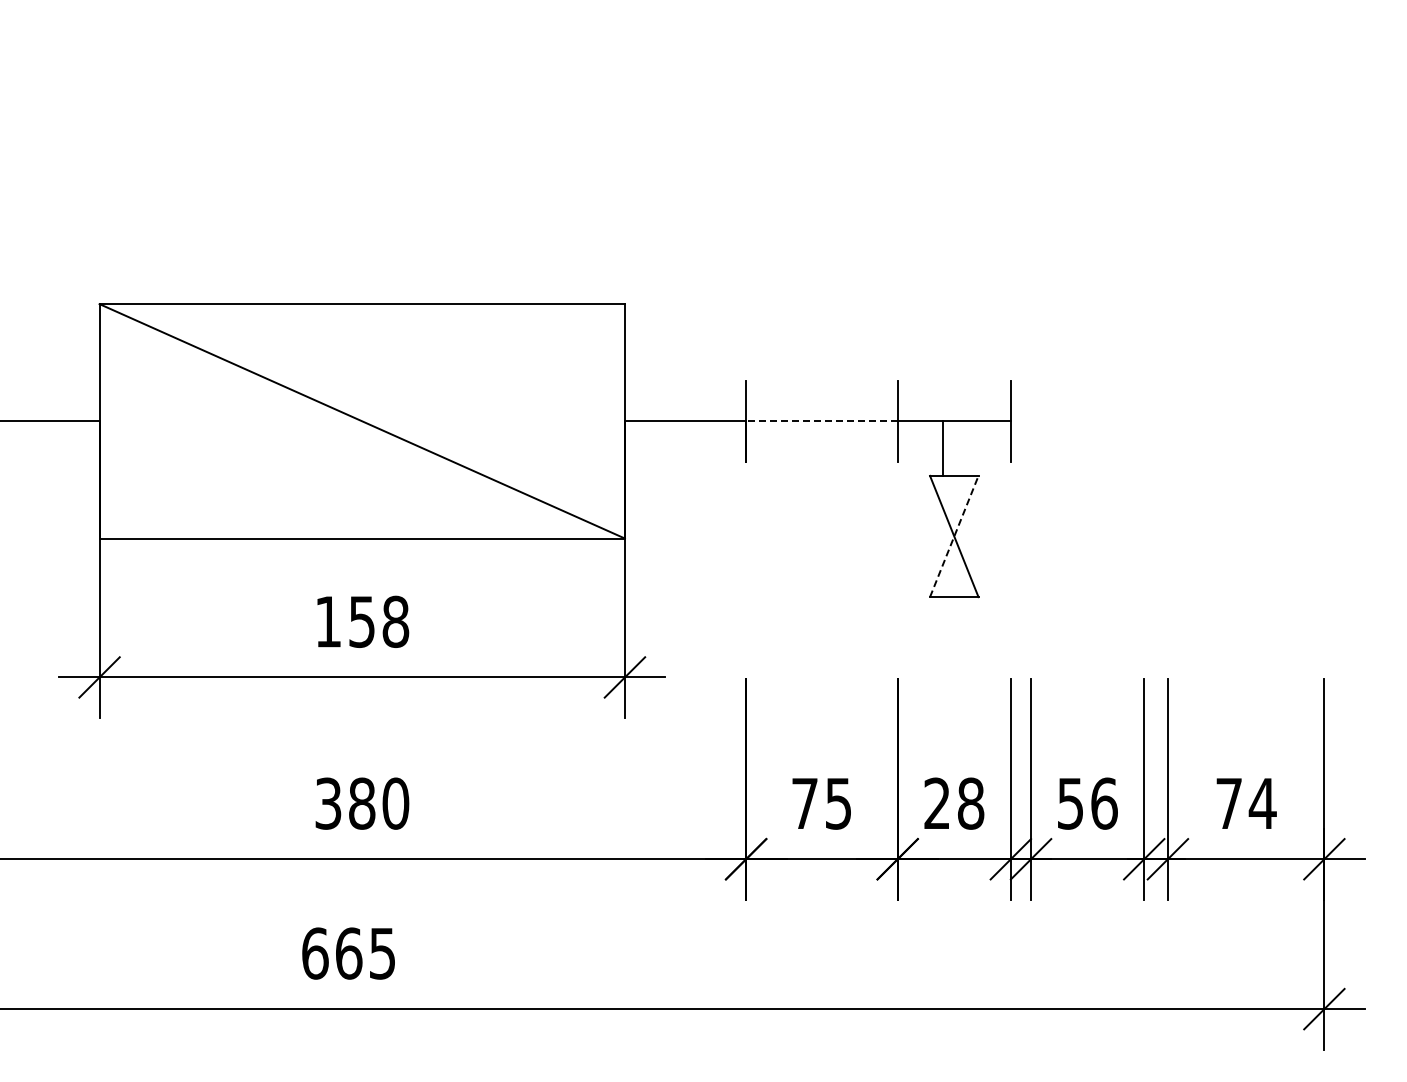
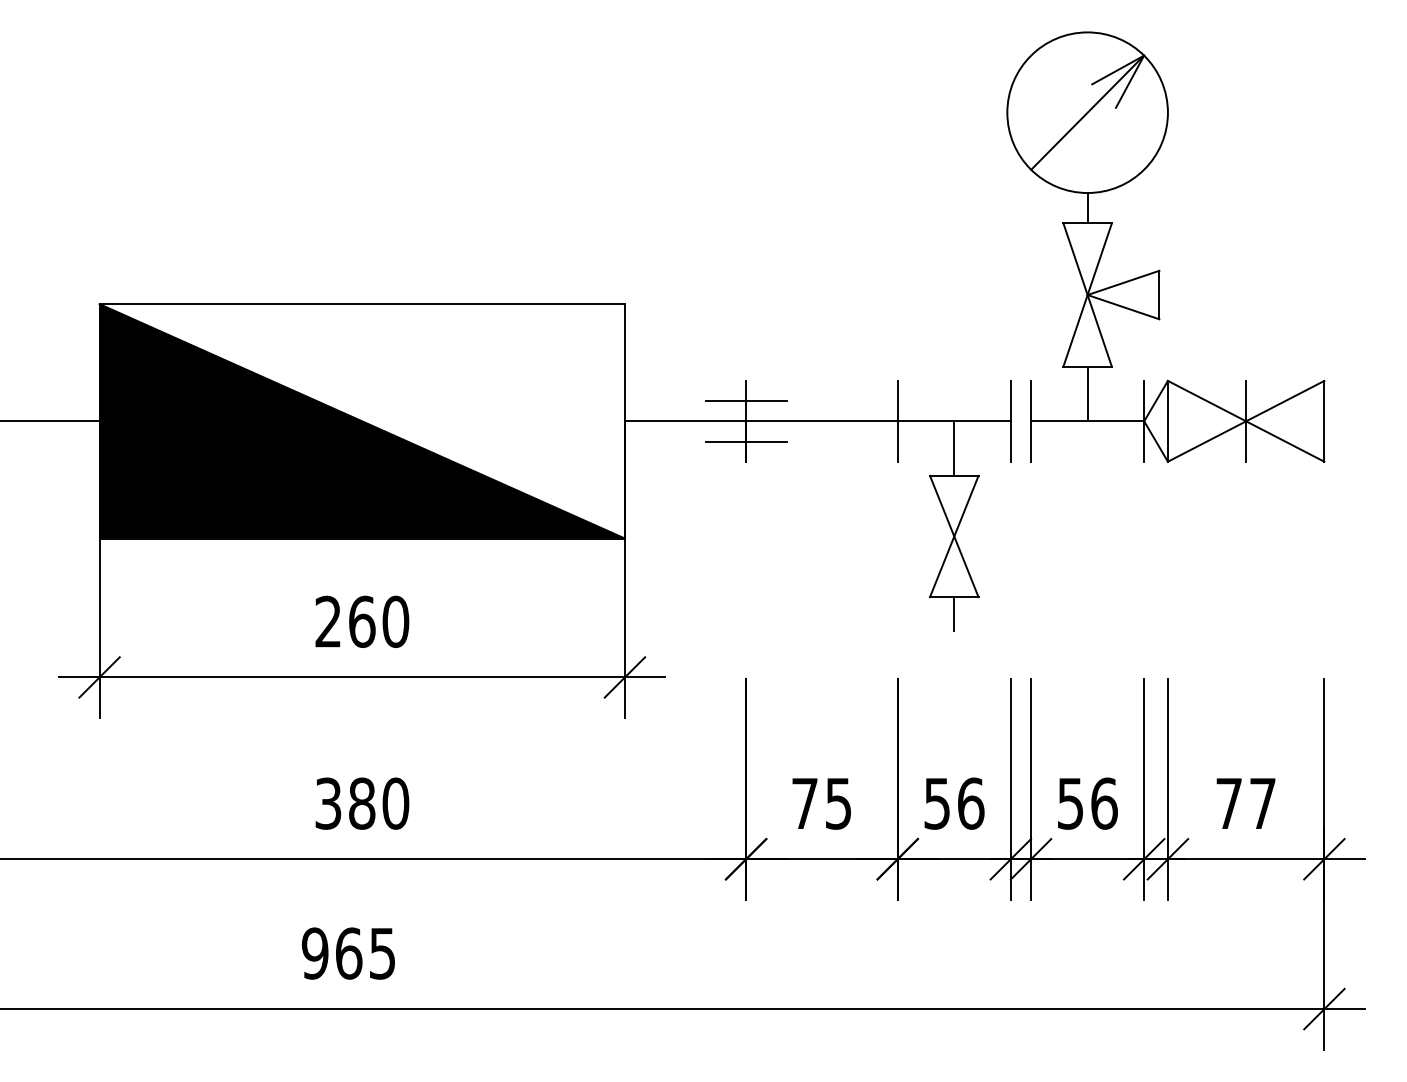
part at (1159, 269): none -> present
line at (745, 401): none -> present
fill at (361, 421): none -> present
line at (821, 421): dashed -> solid
line at (745, 441): none -> present
line at (943, 448) position: (943, 448) -> (954, 448)
line at (954, 536): dashed -> solid
line at (954, 614): none -> present
text at (362, 621): 158 -> 260
text at (954, 803): 28 -> 56
text at (1262, 803): 74 -> 77
text at (314, 953): 665 -> 965
